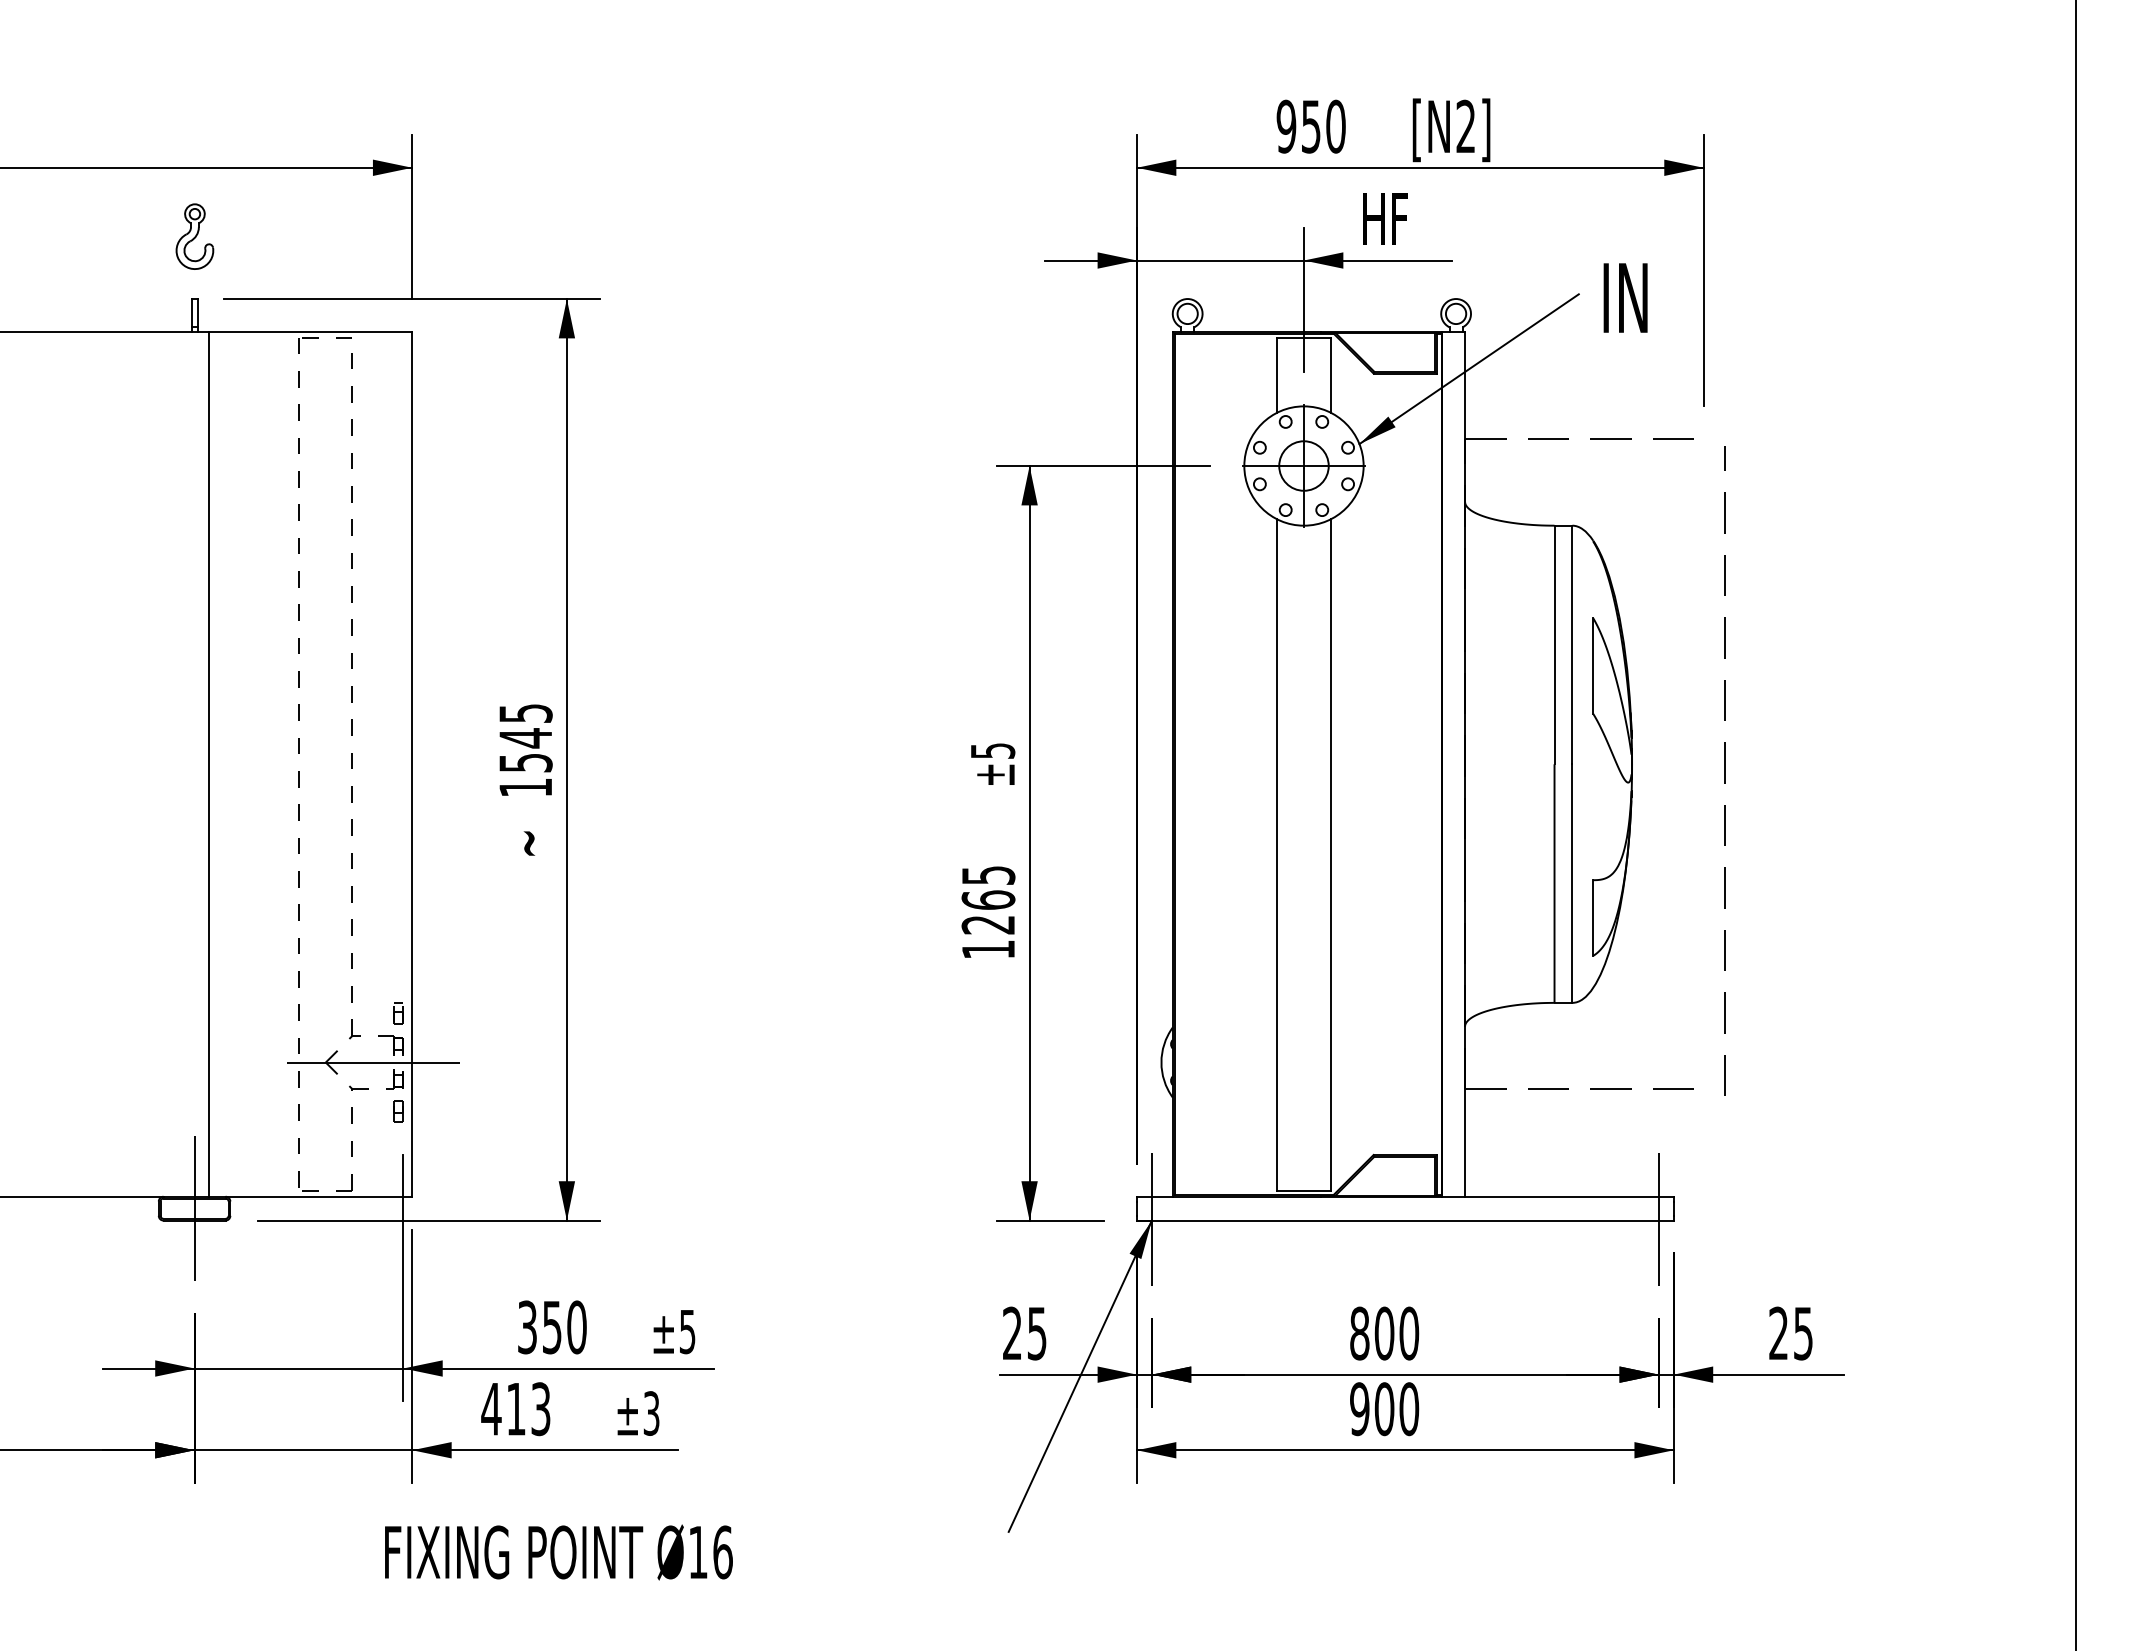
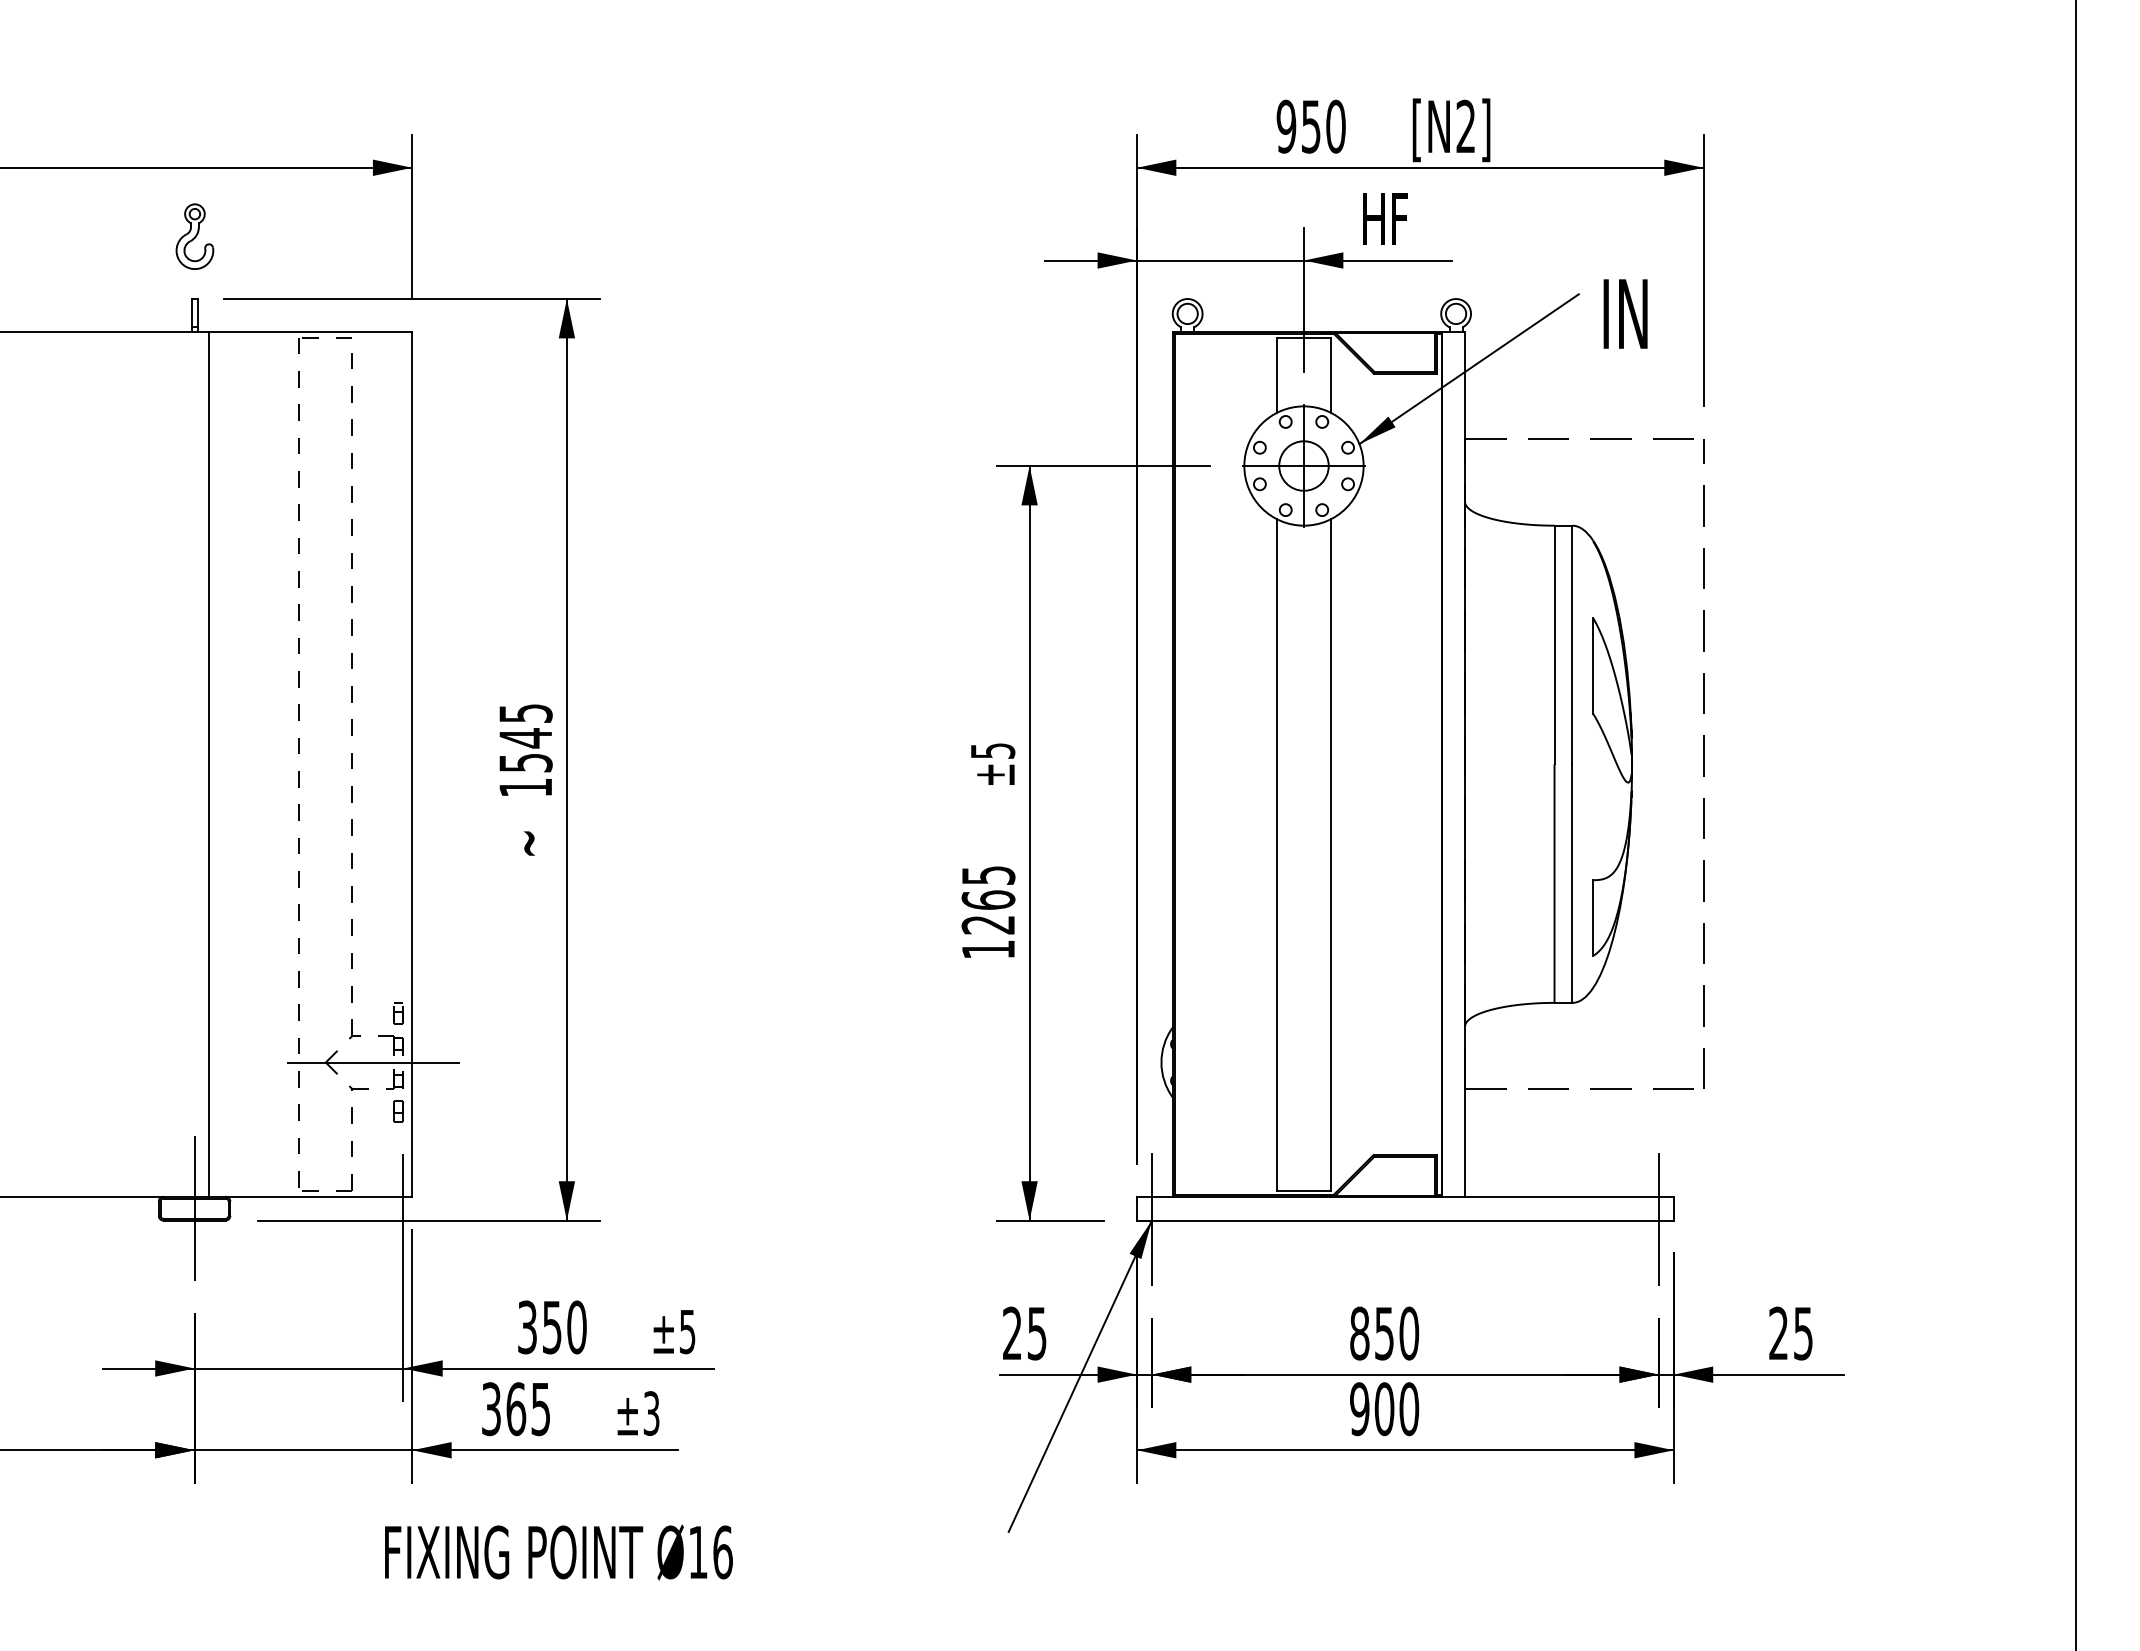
text at (1625, 297) position: (1625, 297) -> (1625, 313)
line at (1724, 770) position: (1724, 770) -> (1703, 763)
text at (1384, 1333): 800 -> 850
text at (515, 1409): 413 -> 365
